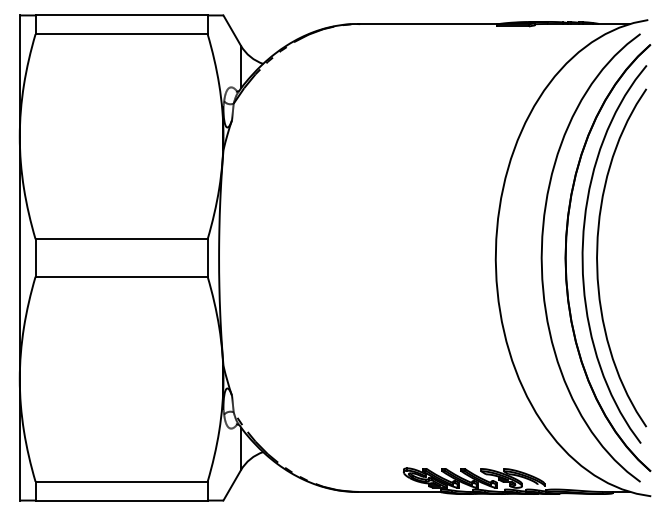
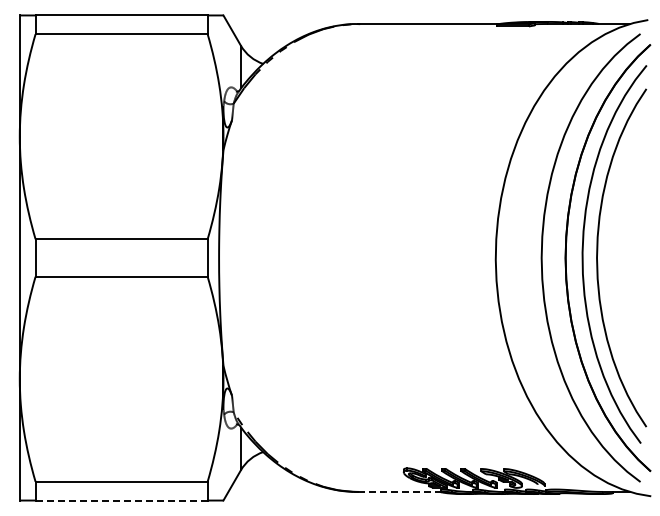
line at (399, 491): solid -> dashed
line at (121, 500): solid -> dashed
